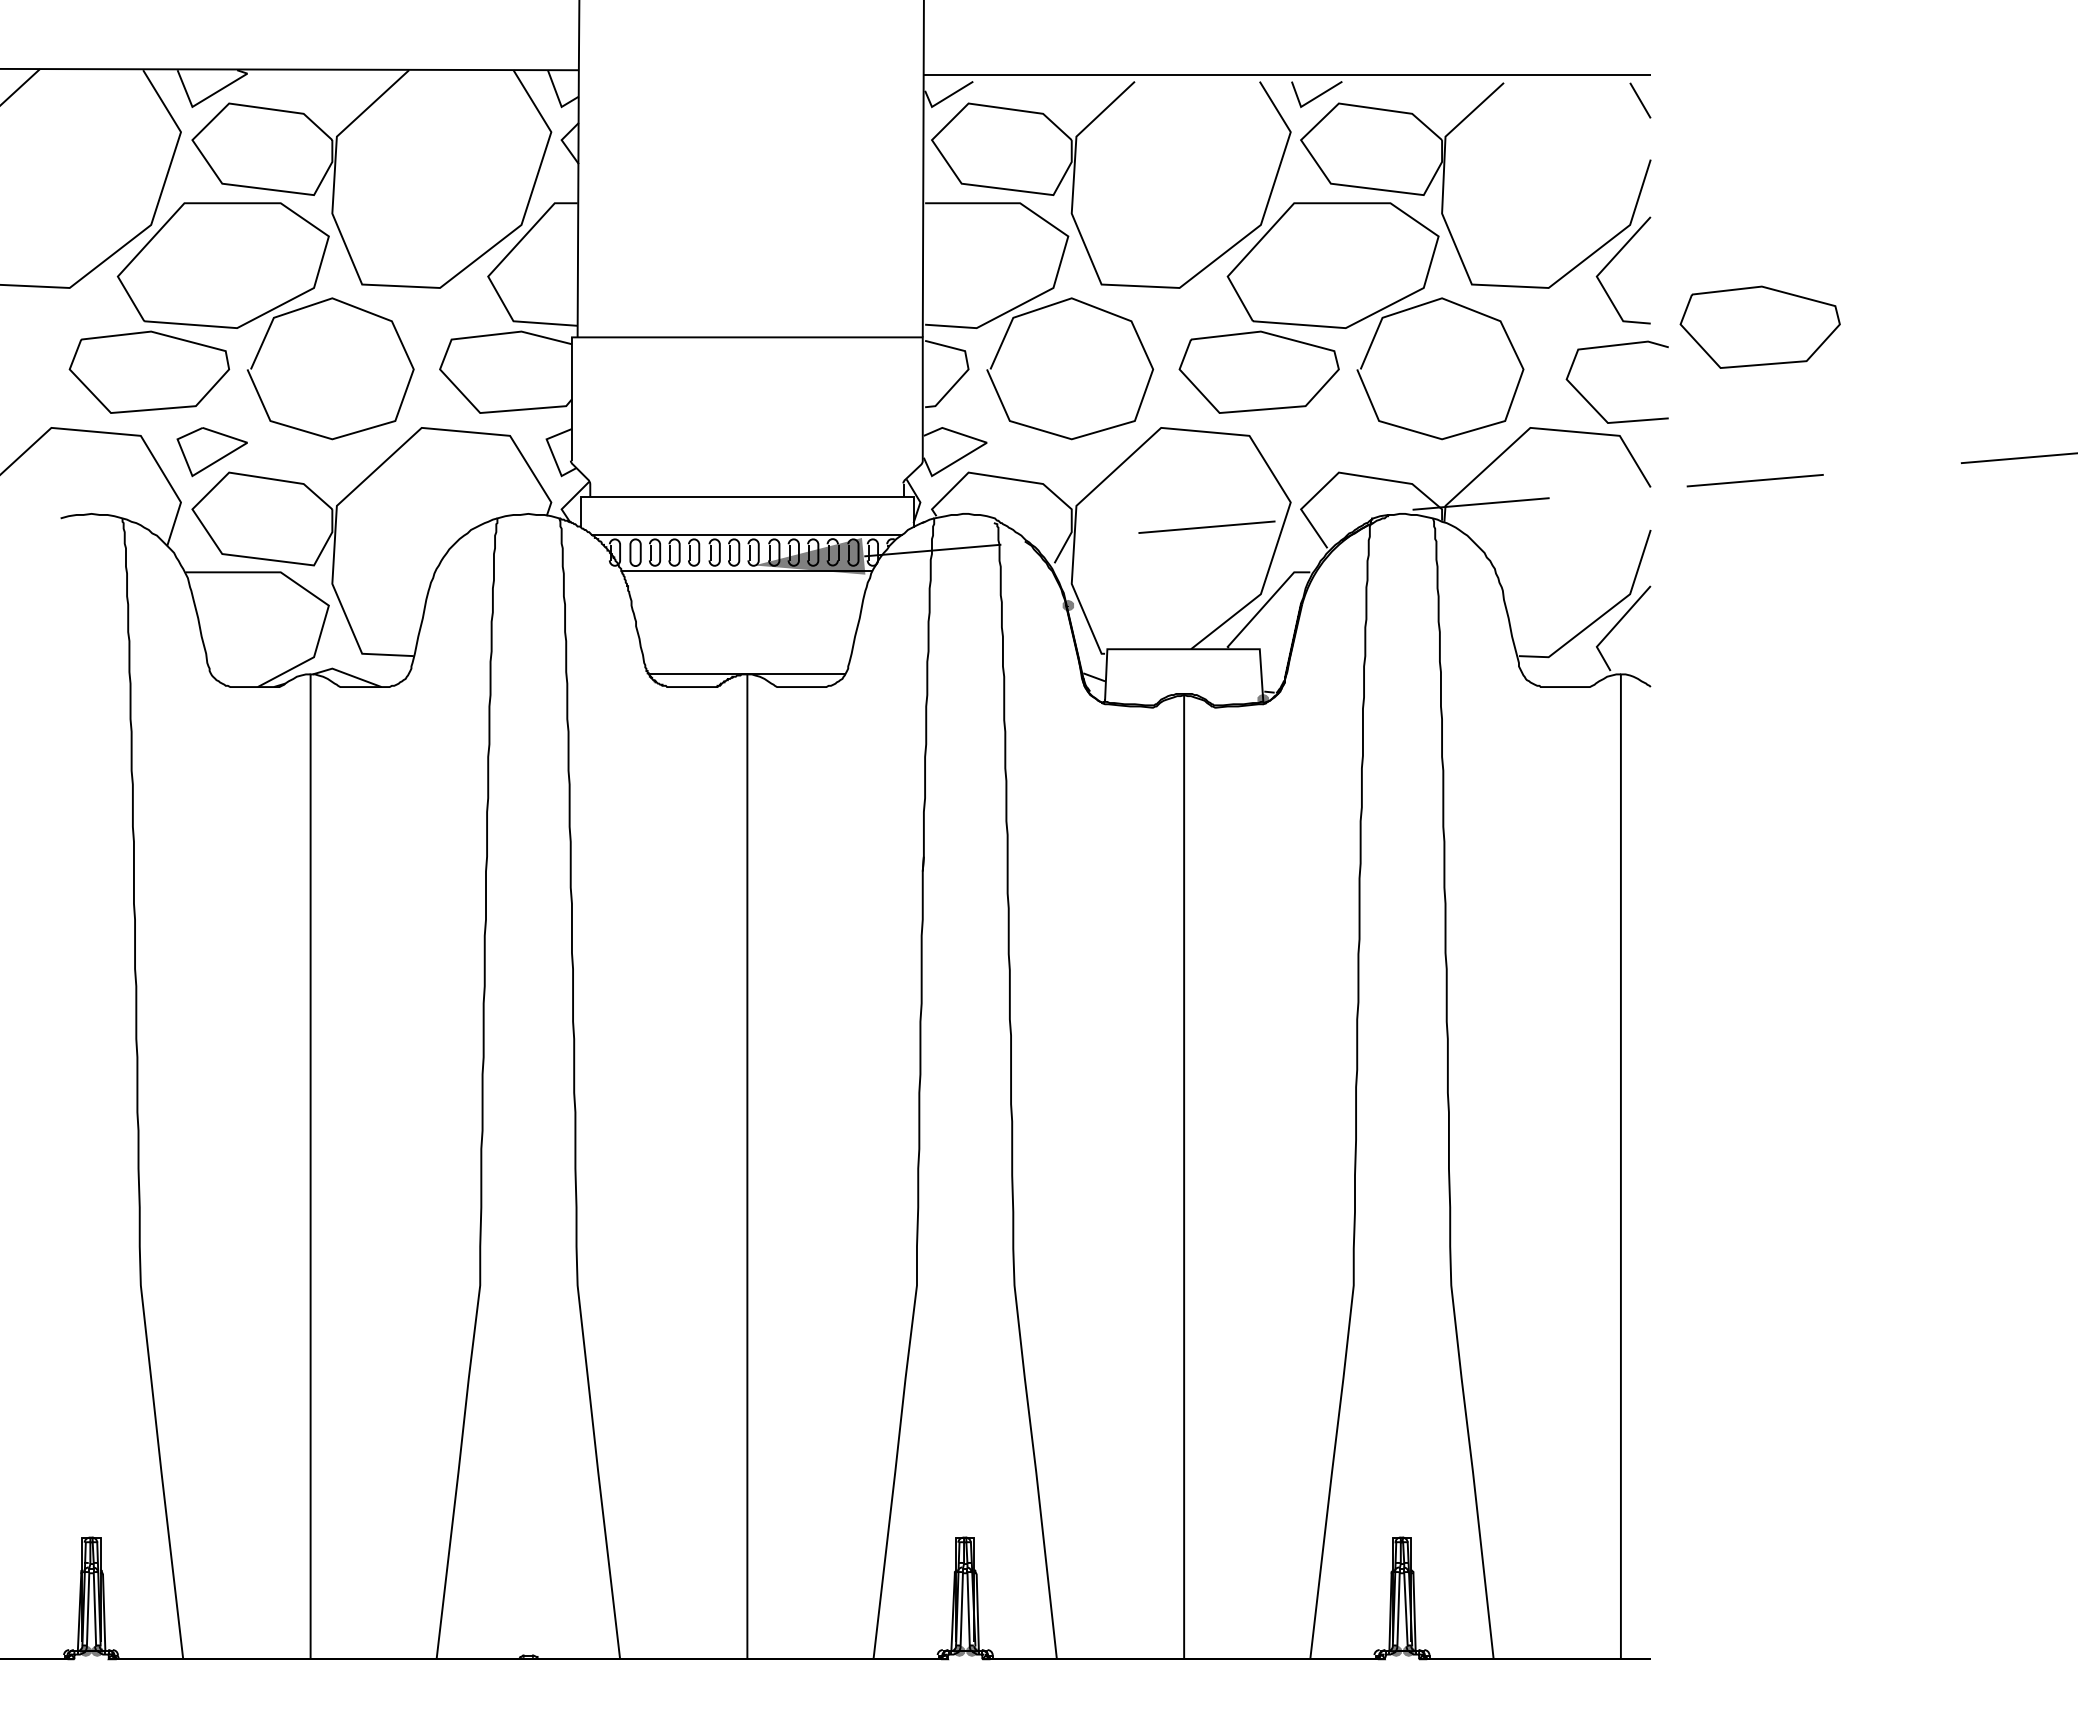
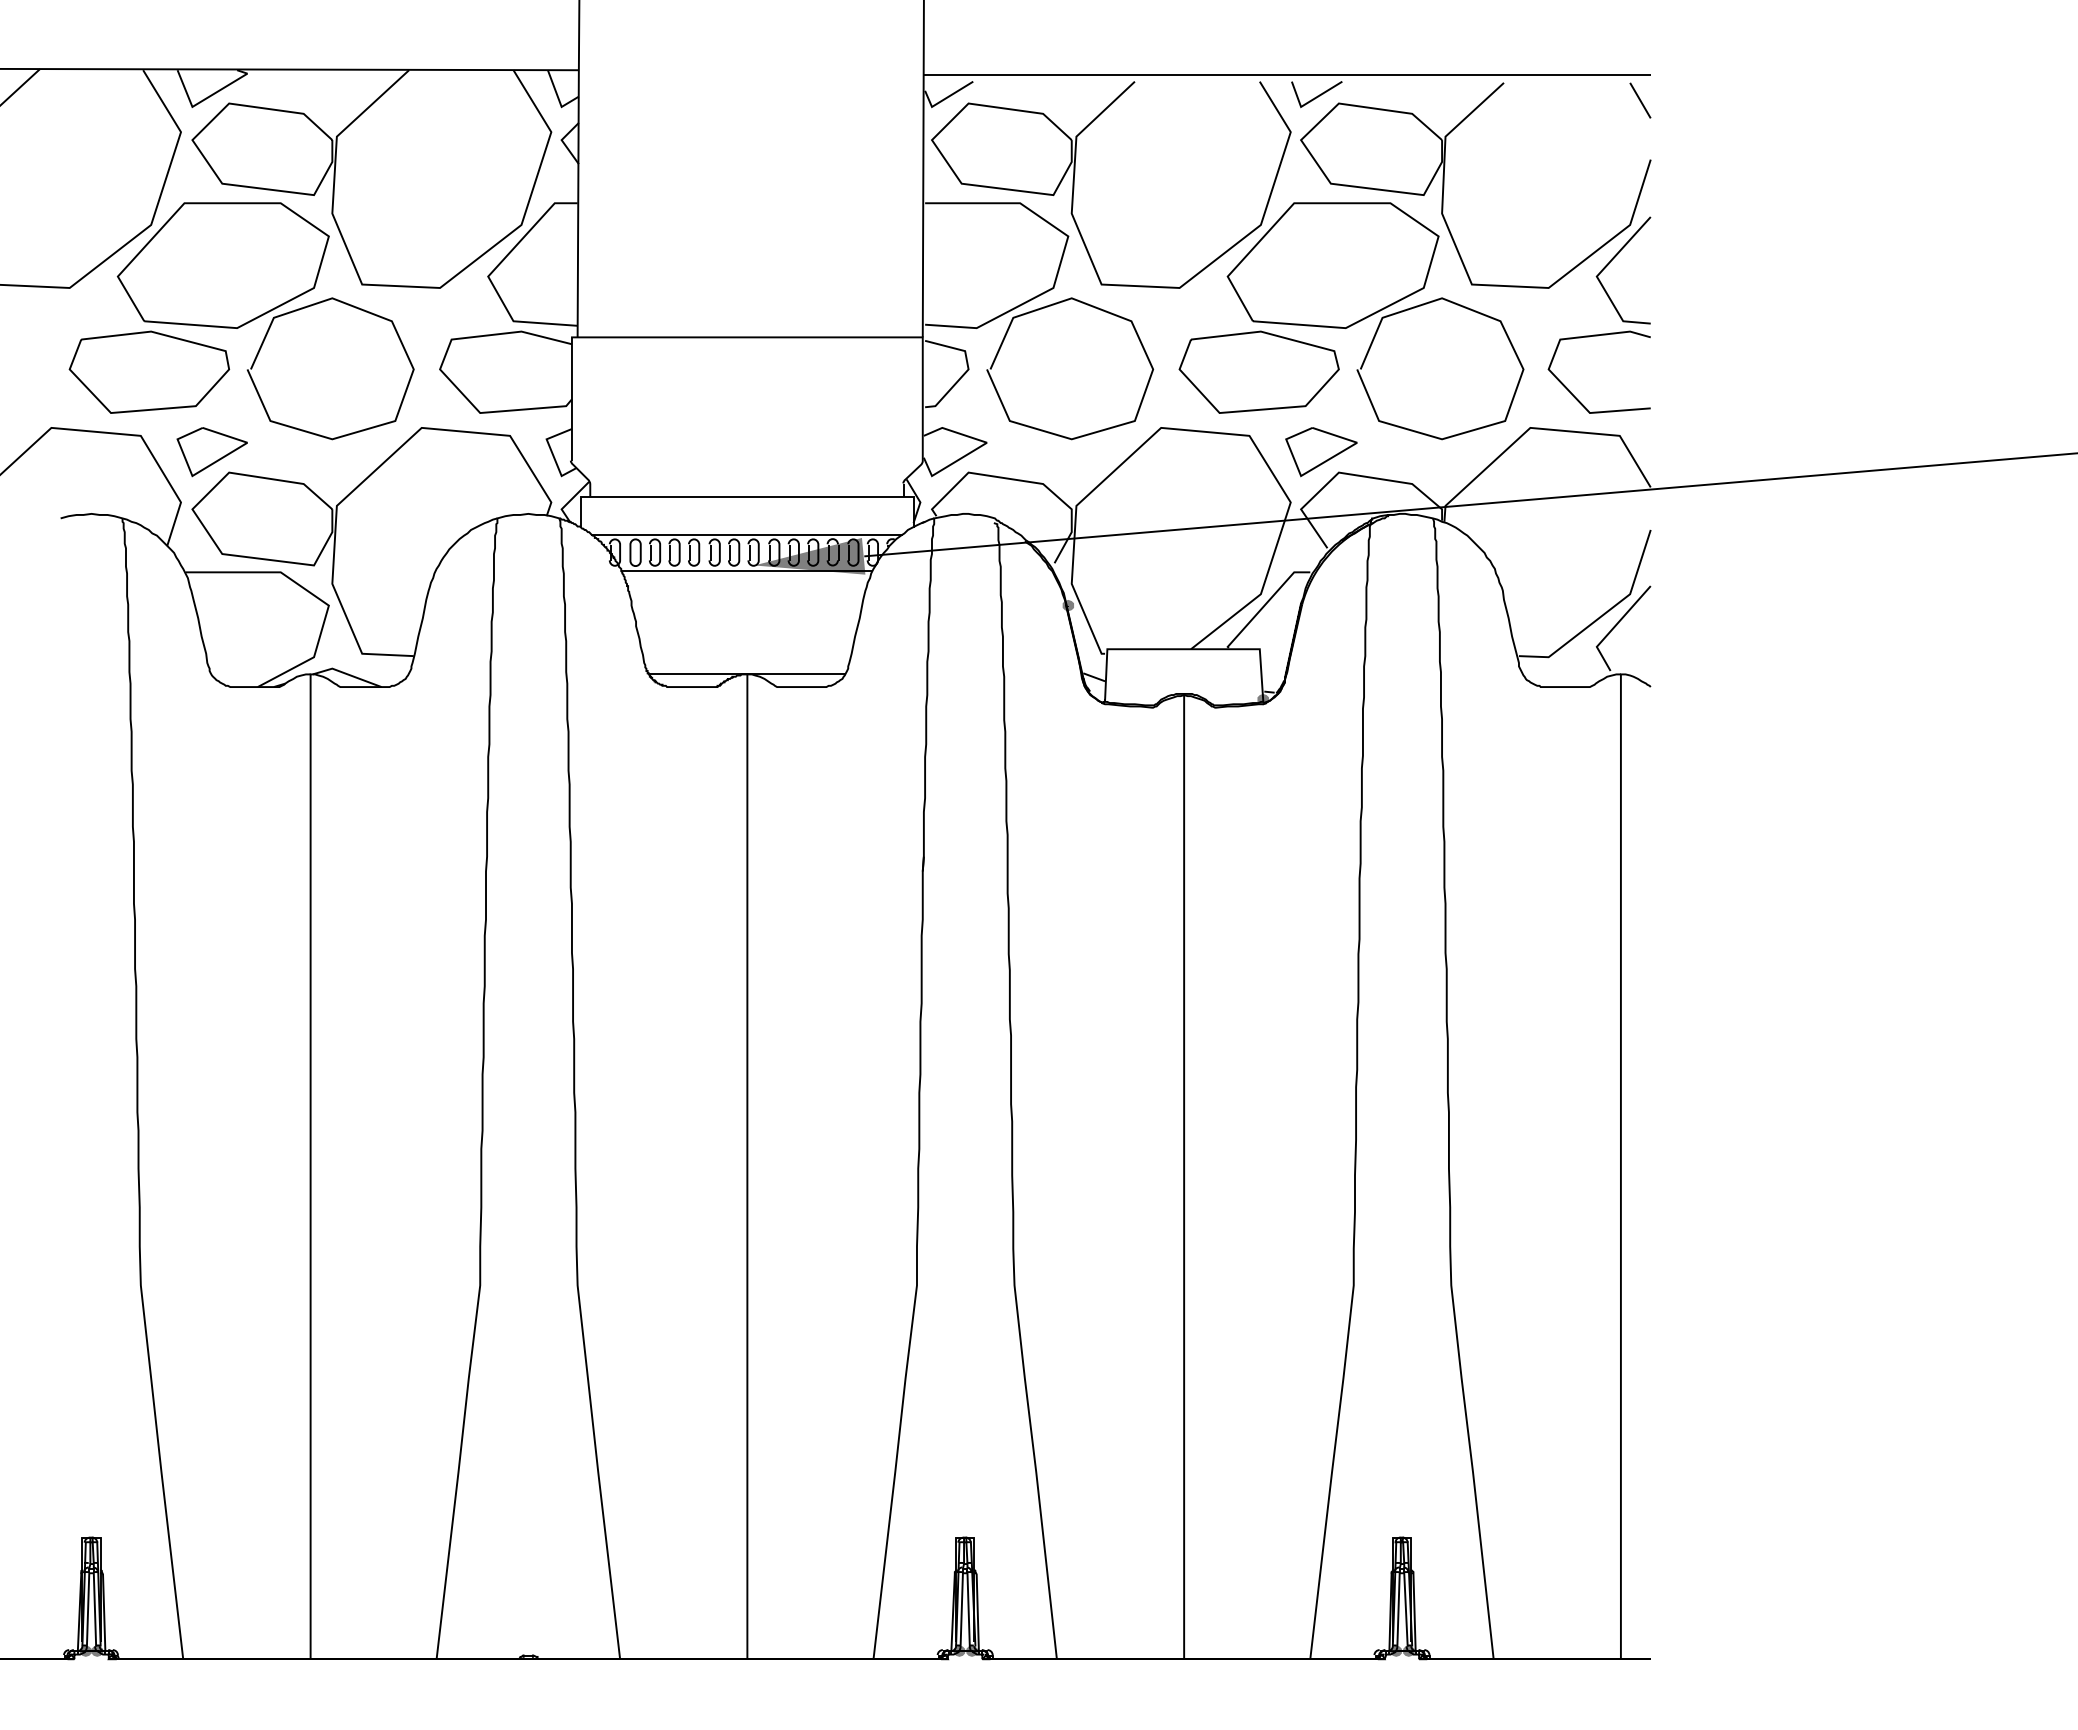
part at (1759, 326): present -> none
curve at (1592, 405) position: (1592, 405) -> (1574, 395)
part at (1321, 452): none -> present
line at (1471, 504): dashed -> solid
